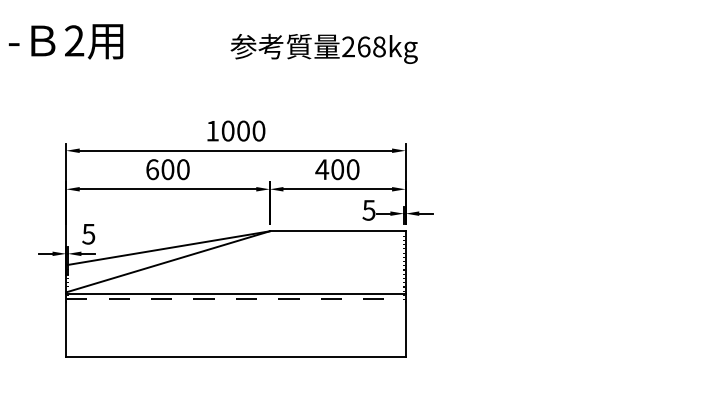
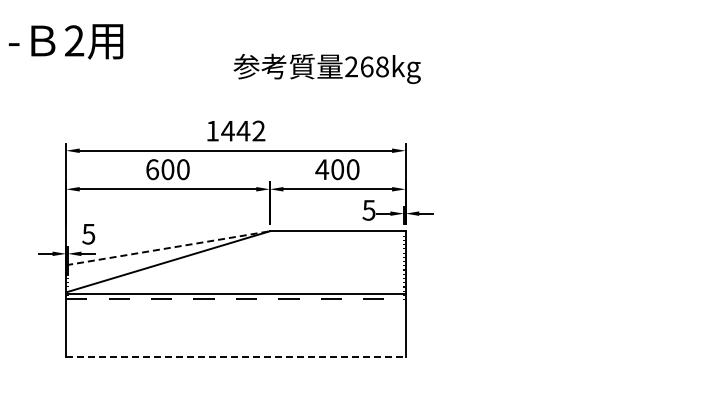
text at (323, 48) position: (323, 48) -> (326, 68)
text at (243, 130): 1000 -> 1442
line at (168, 248): solid -> dashed
line at (235, 356): solid -> dashed
